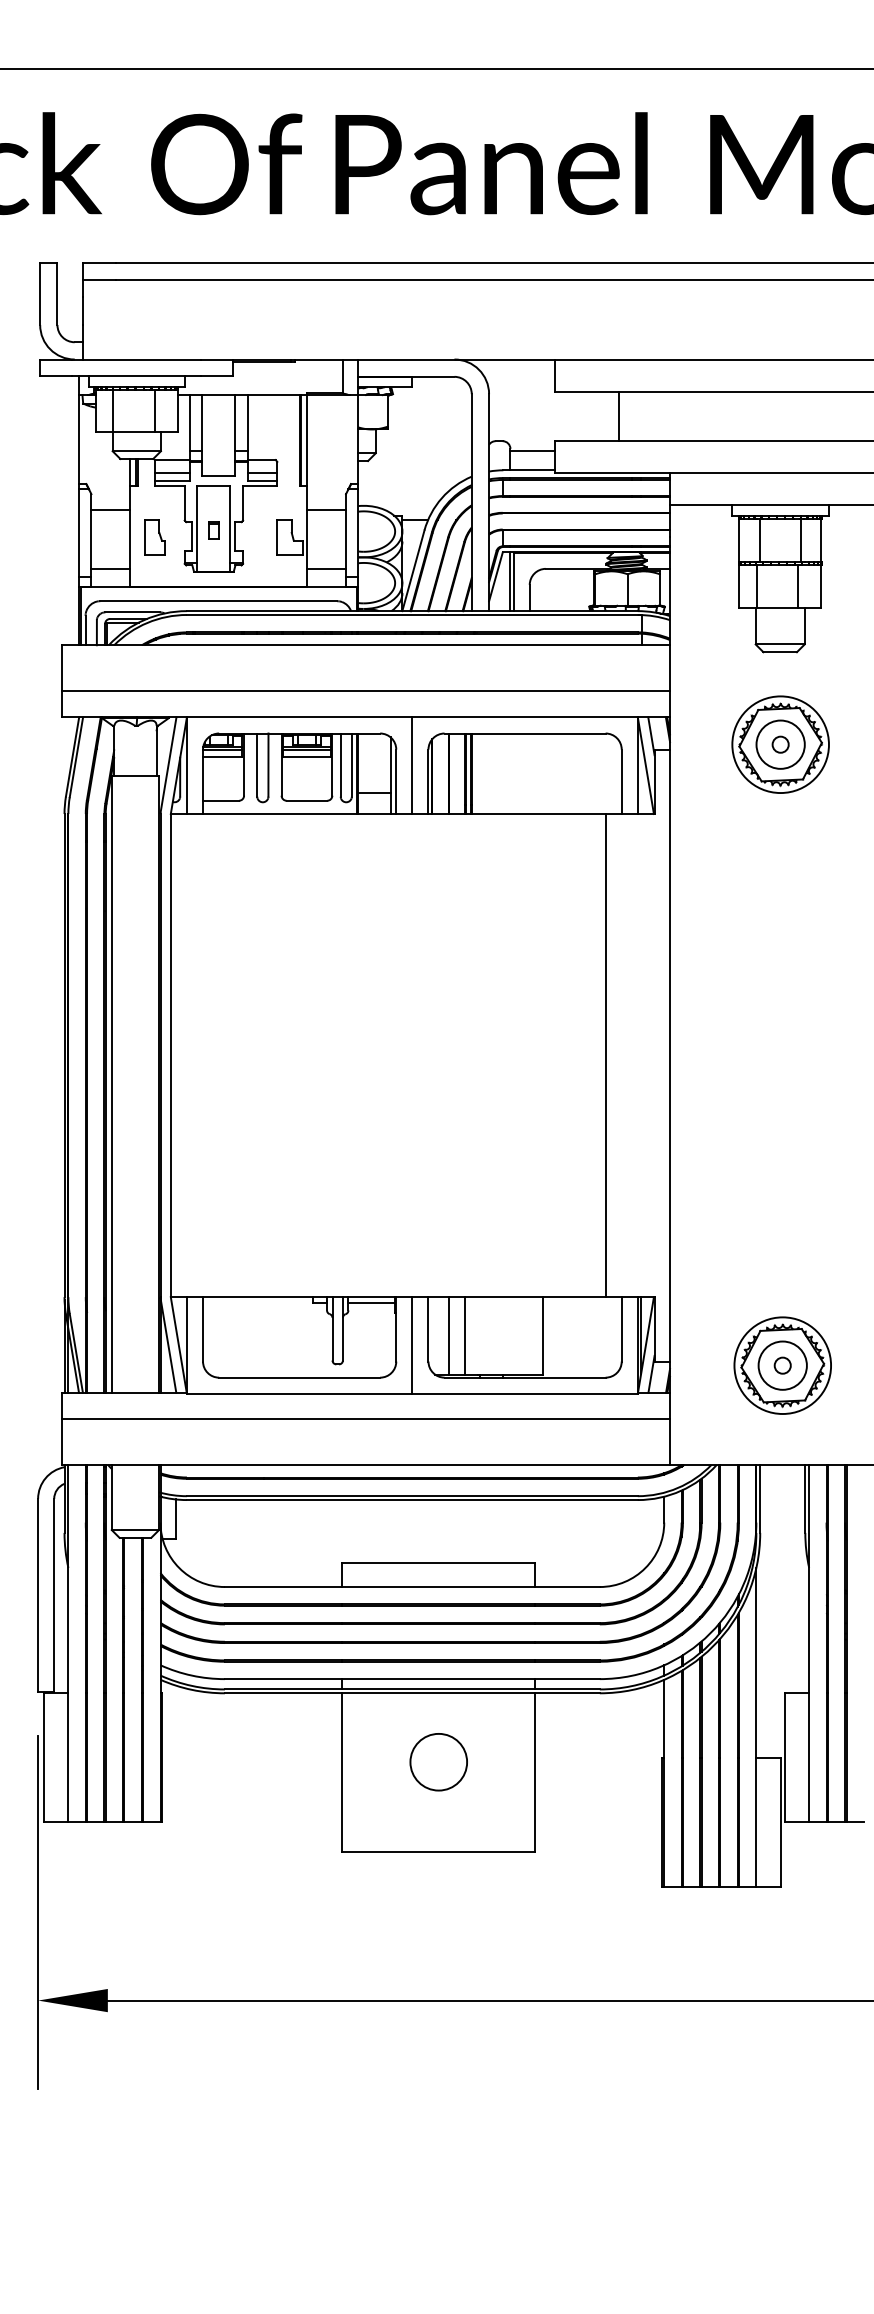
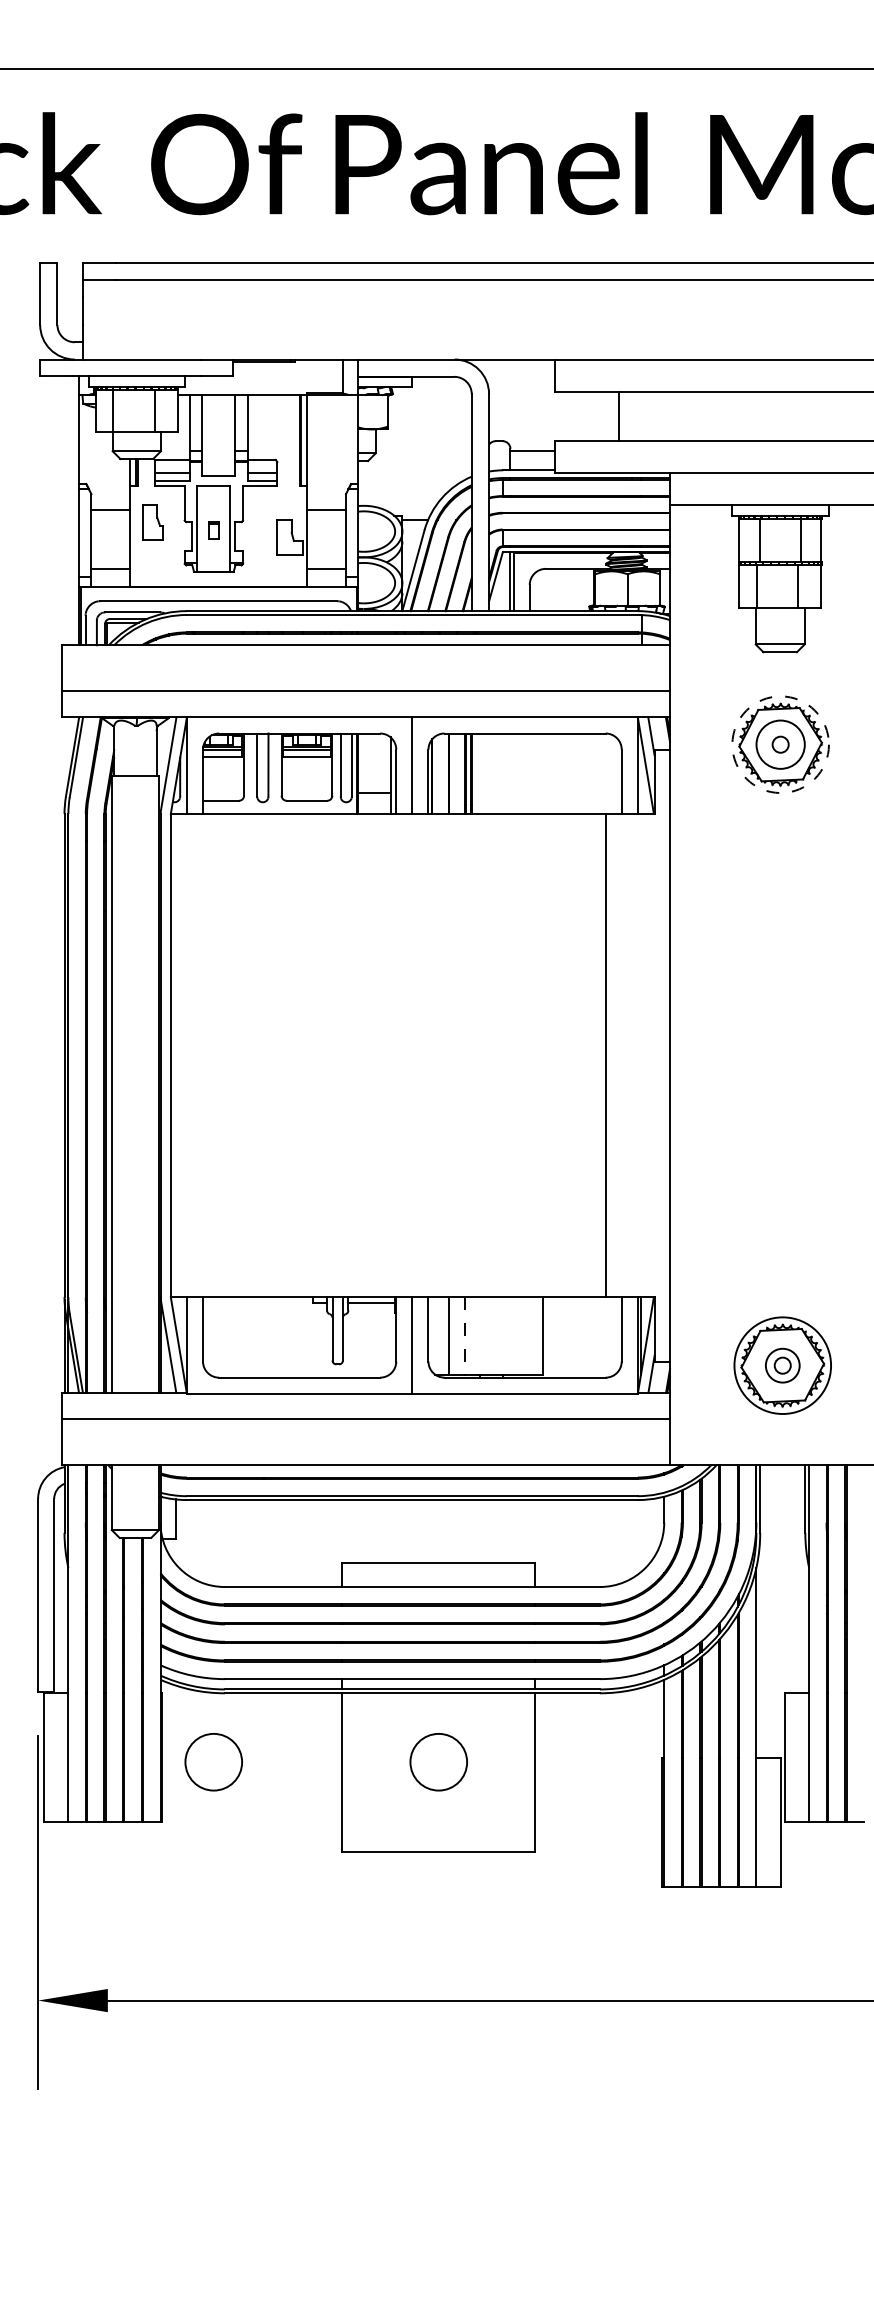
part at (154, 537) position: (154, 537) -> (152, 522)
circle at (780, 744): solid -> dashed
line at (465, 1335): solid -> dashed
circle at (782, 1365) diameter: 48 px -> 34 px
circle at (213, 1762): none -> present
